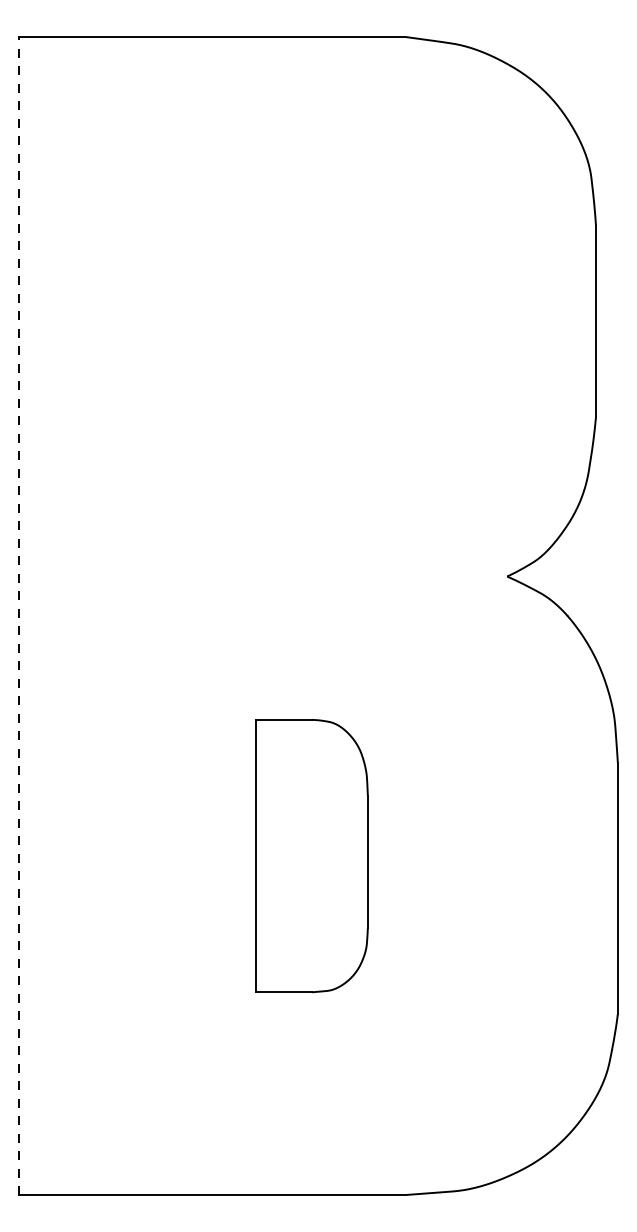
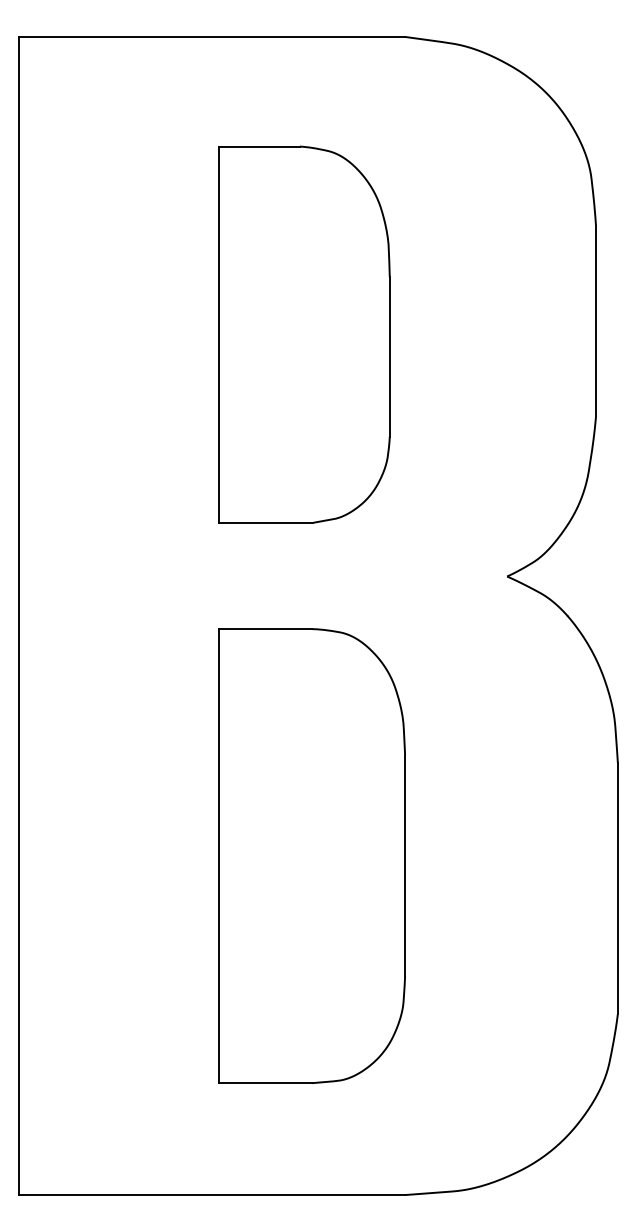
part at (304, 334): none -> present
line at (19, 615): dashed -> solid
part at (311, 856) size: 114x275 px -> 188x456 px
